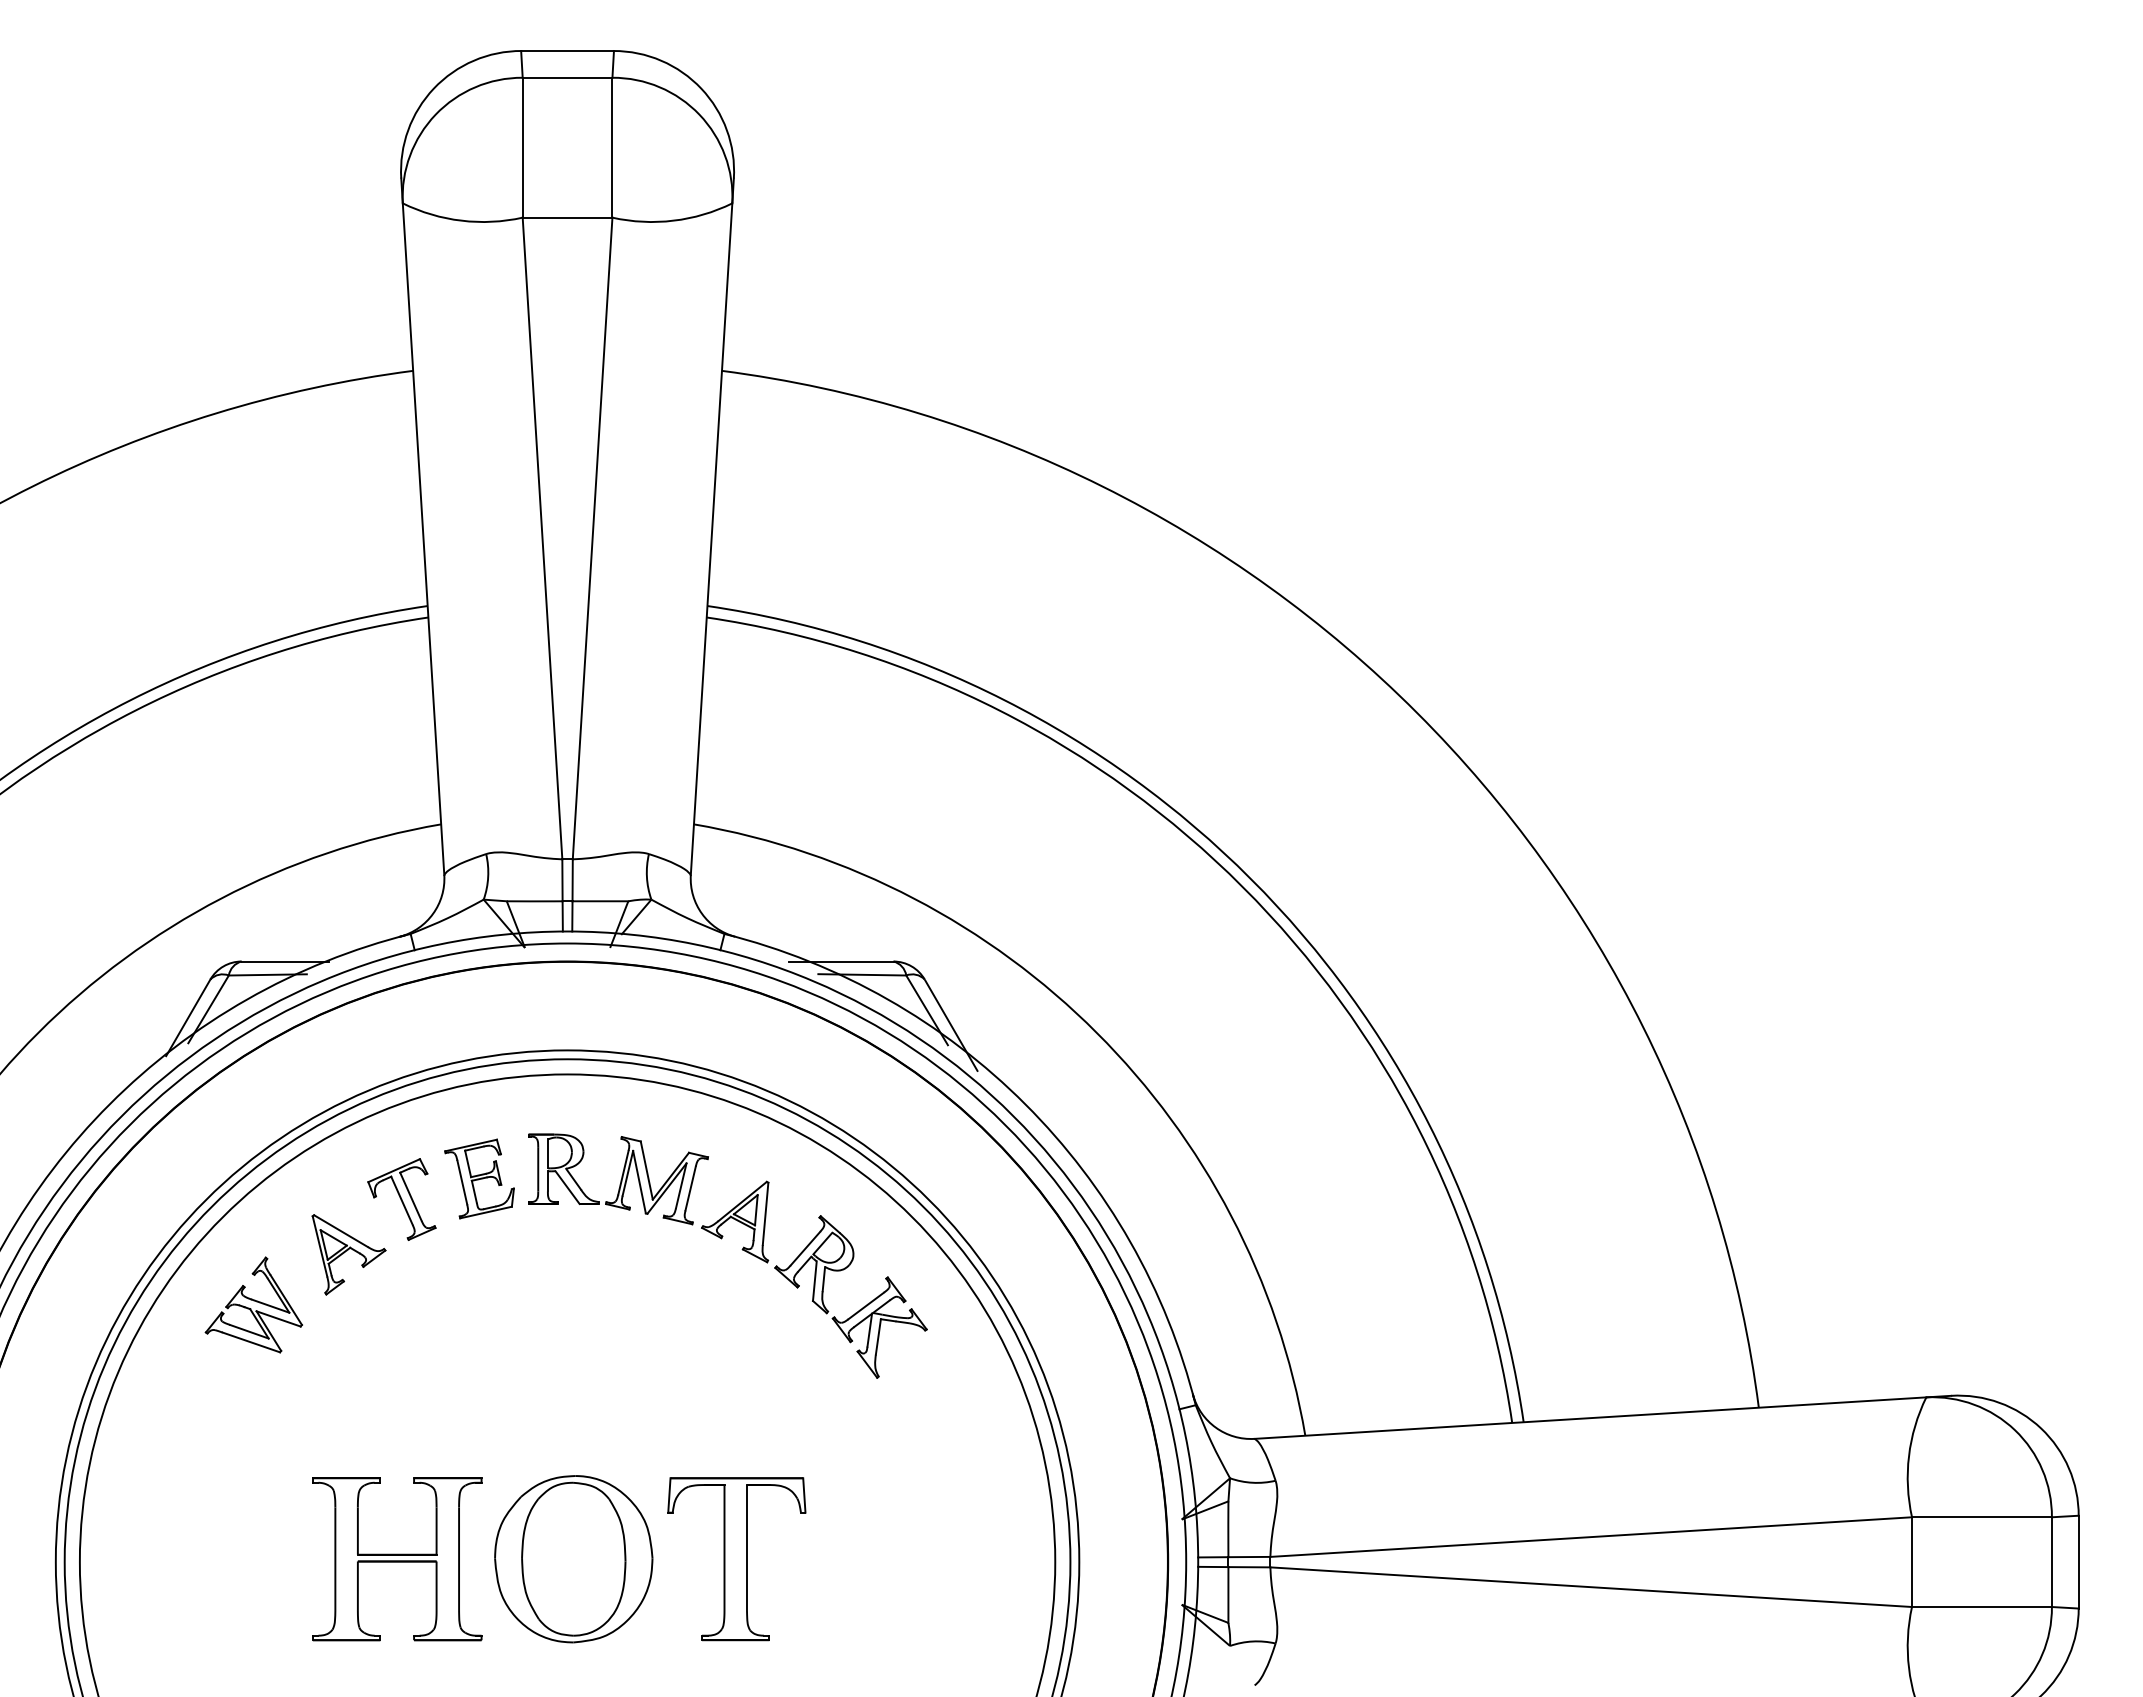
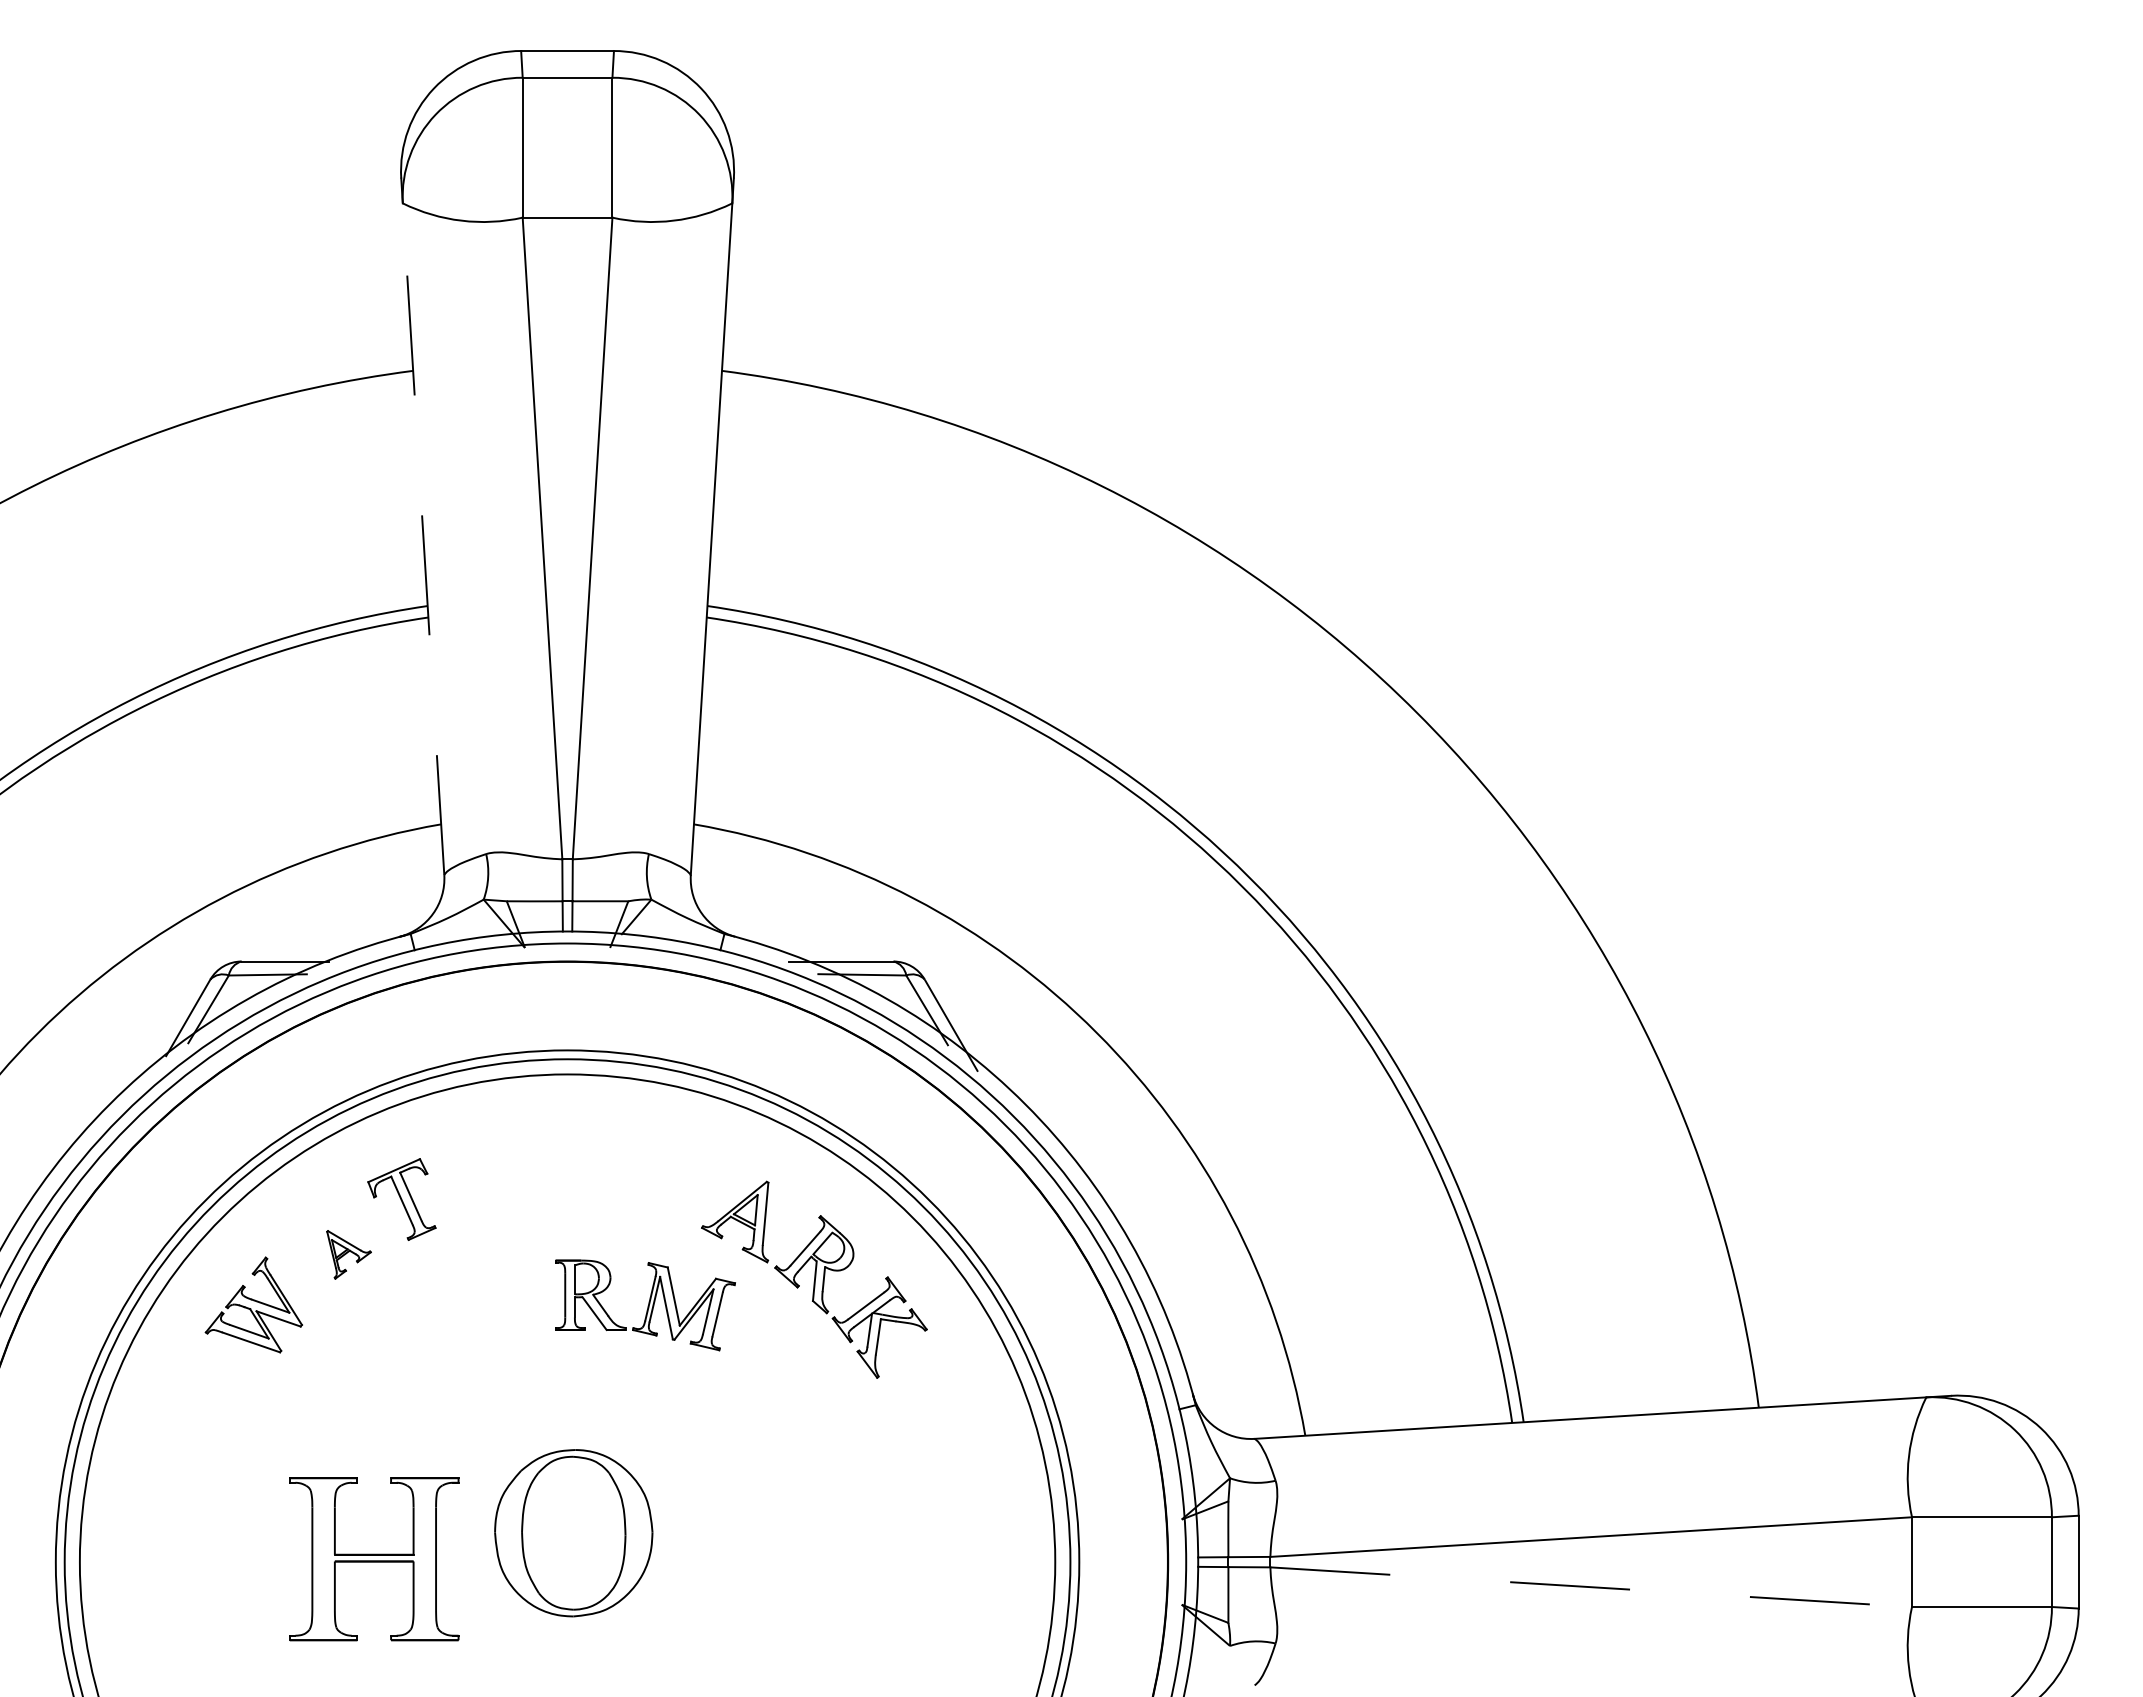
line at (423, 538): solid -> dashed
part at (479, 1178): present -> none
part at (618, 1179) position: (618, 1179) -> (645, 1305)
part at (348, 1254) size: 76x82 px -> 46x50 px
part at (397, 1559) position: (397, 1559) -> (374, 1559)
part at (573, 1559) position: (573, 1559) -> (573, 1533)
part at (736, 1559): present -> none
line at (1591, 1587): solid -> dashed
